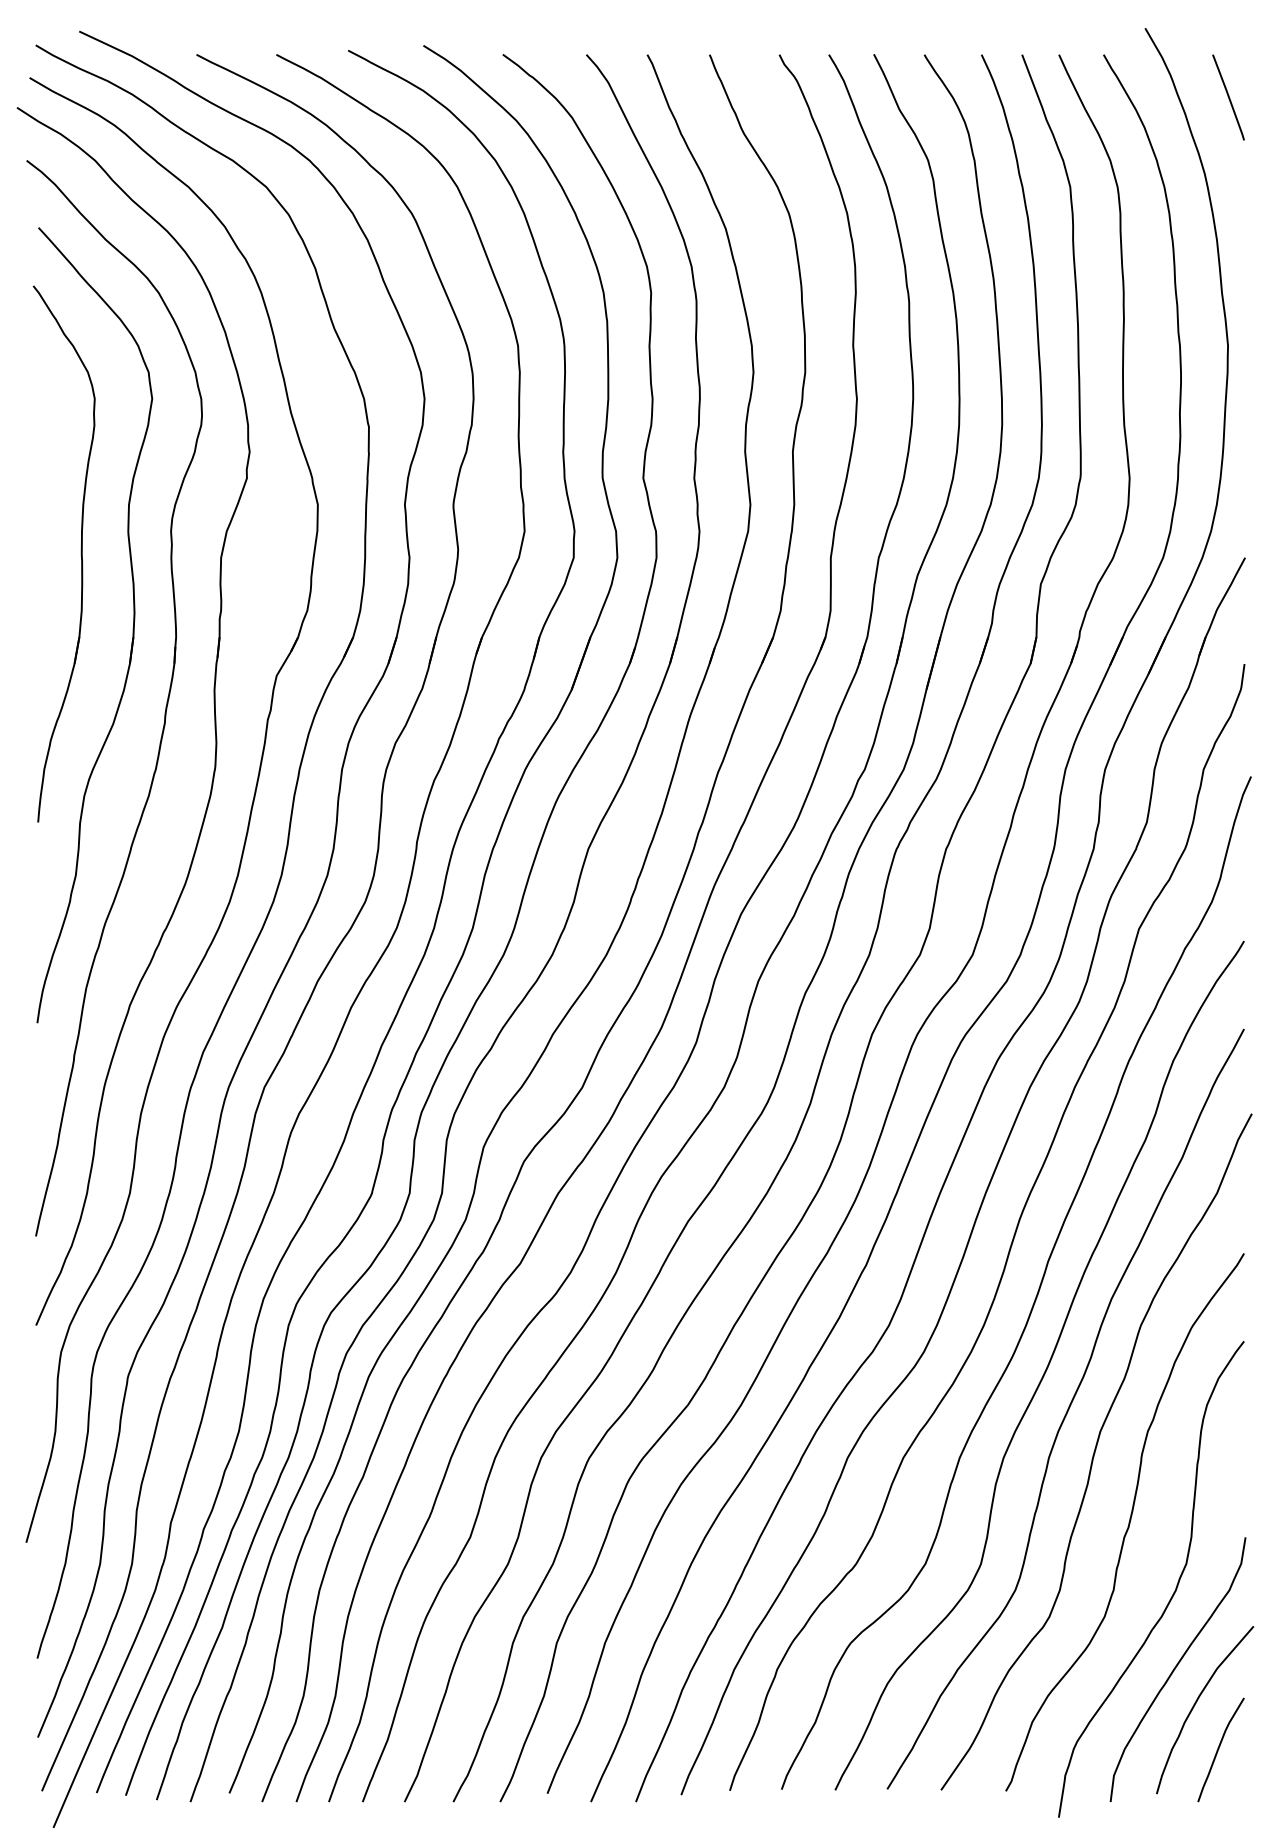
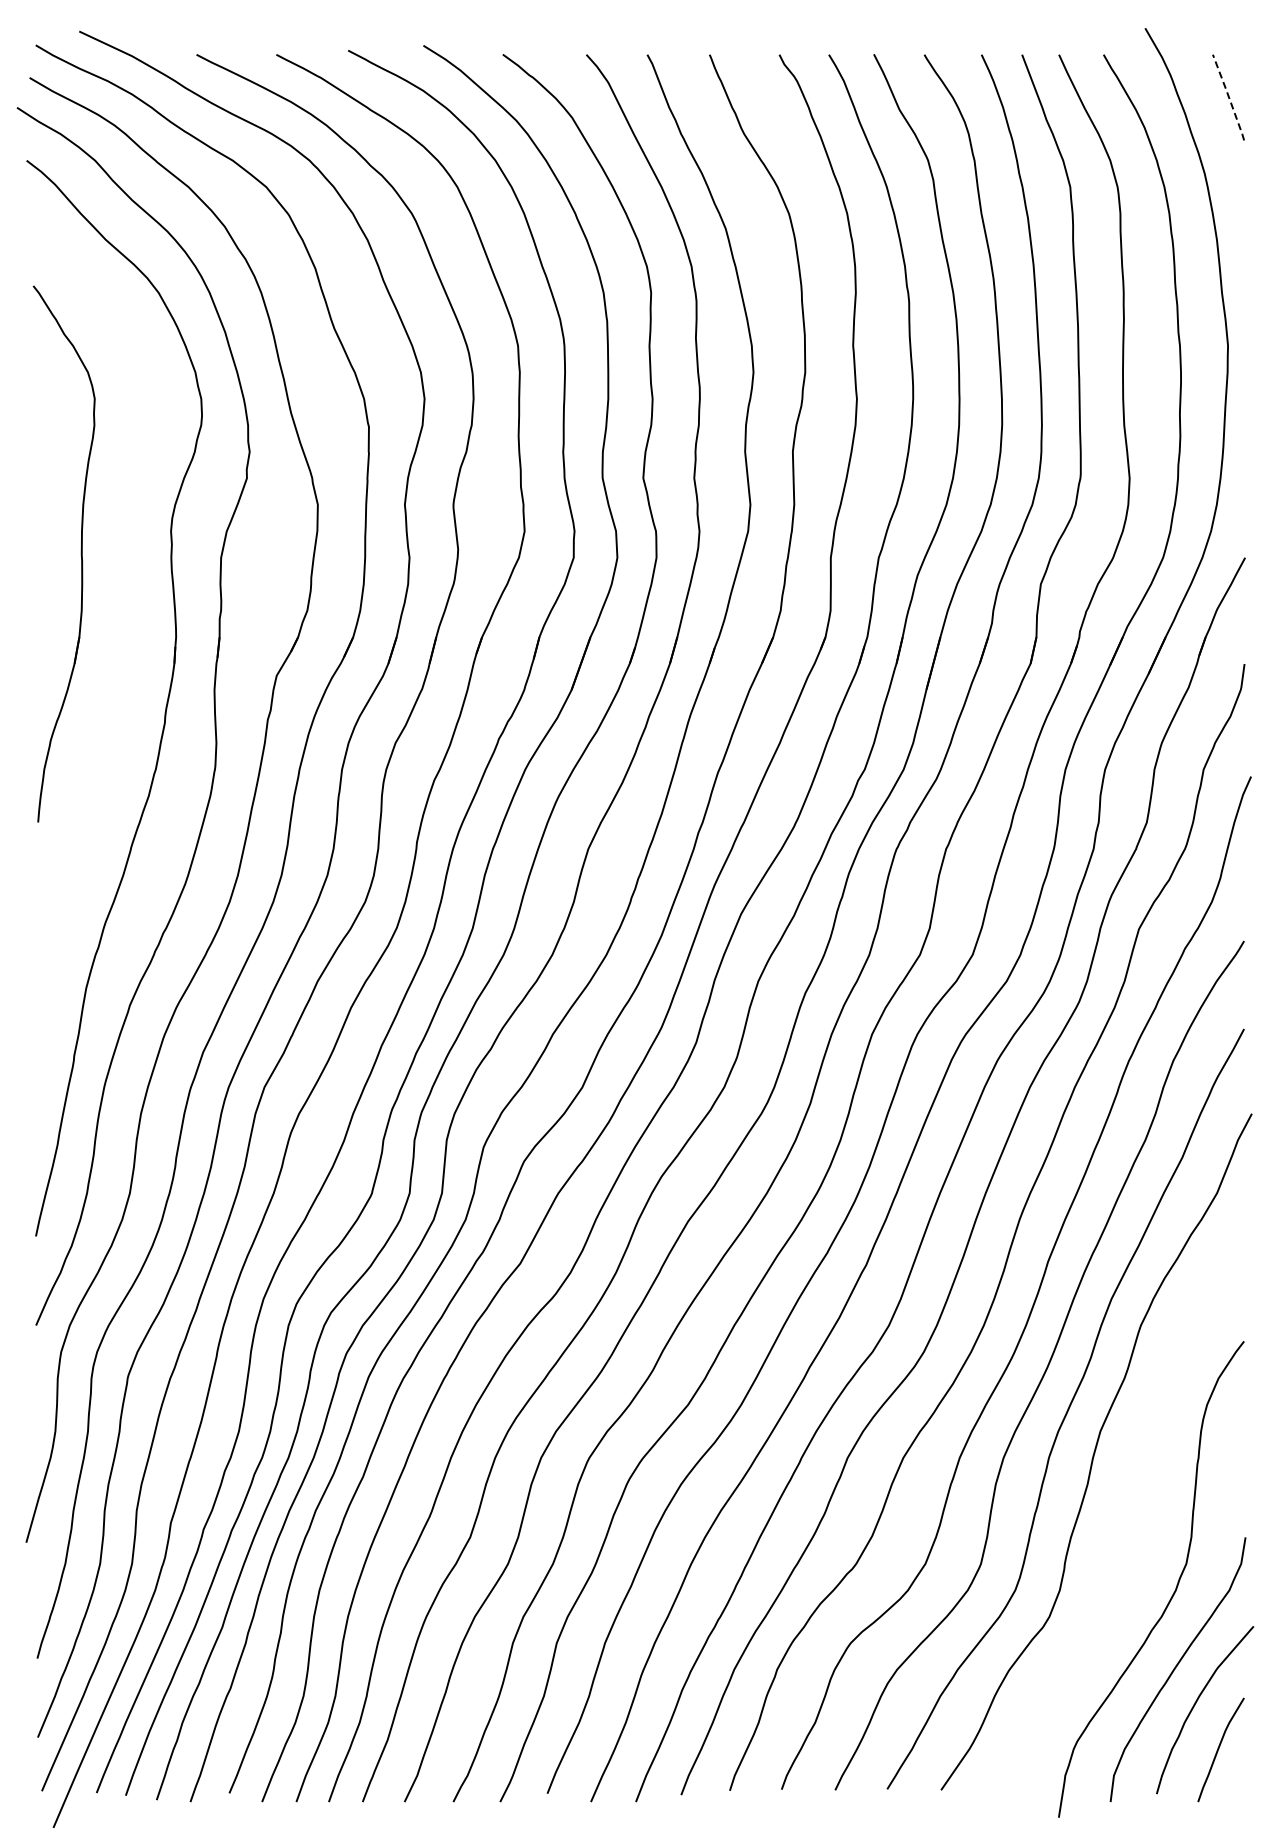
line at (1228, 97): solid -> dashed
part at (132, 628): present -> none
curve at (1128, 1522): present -> none
